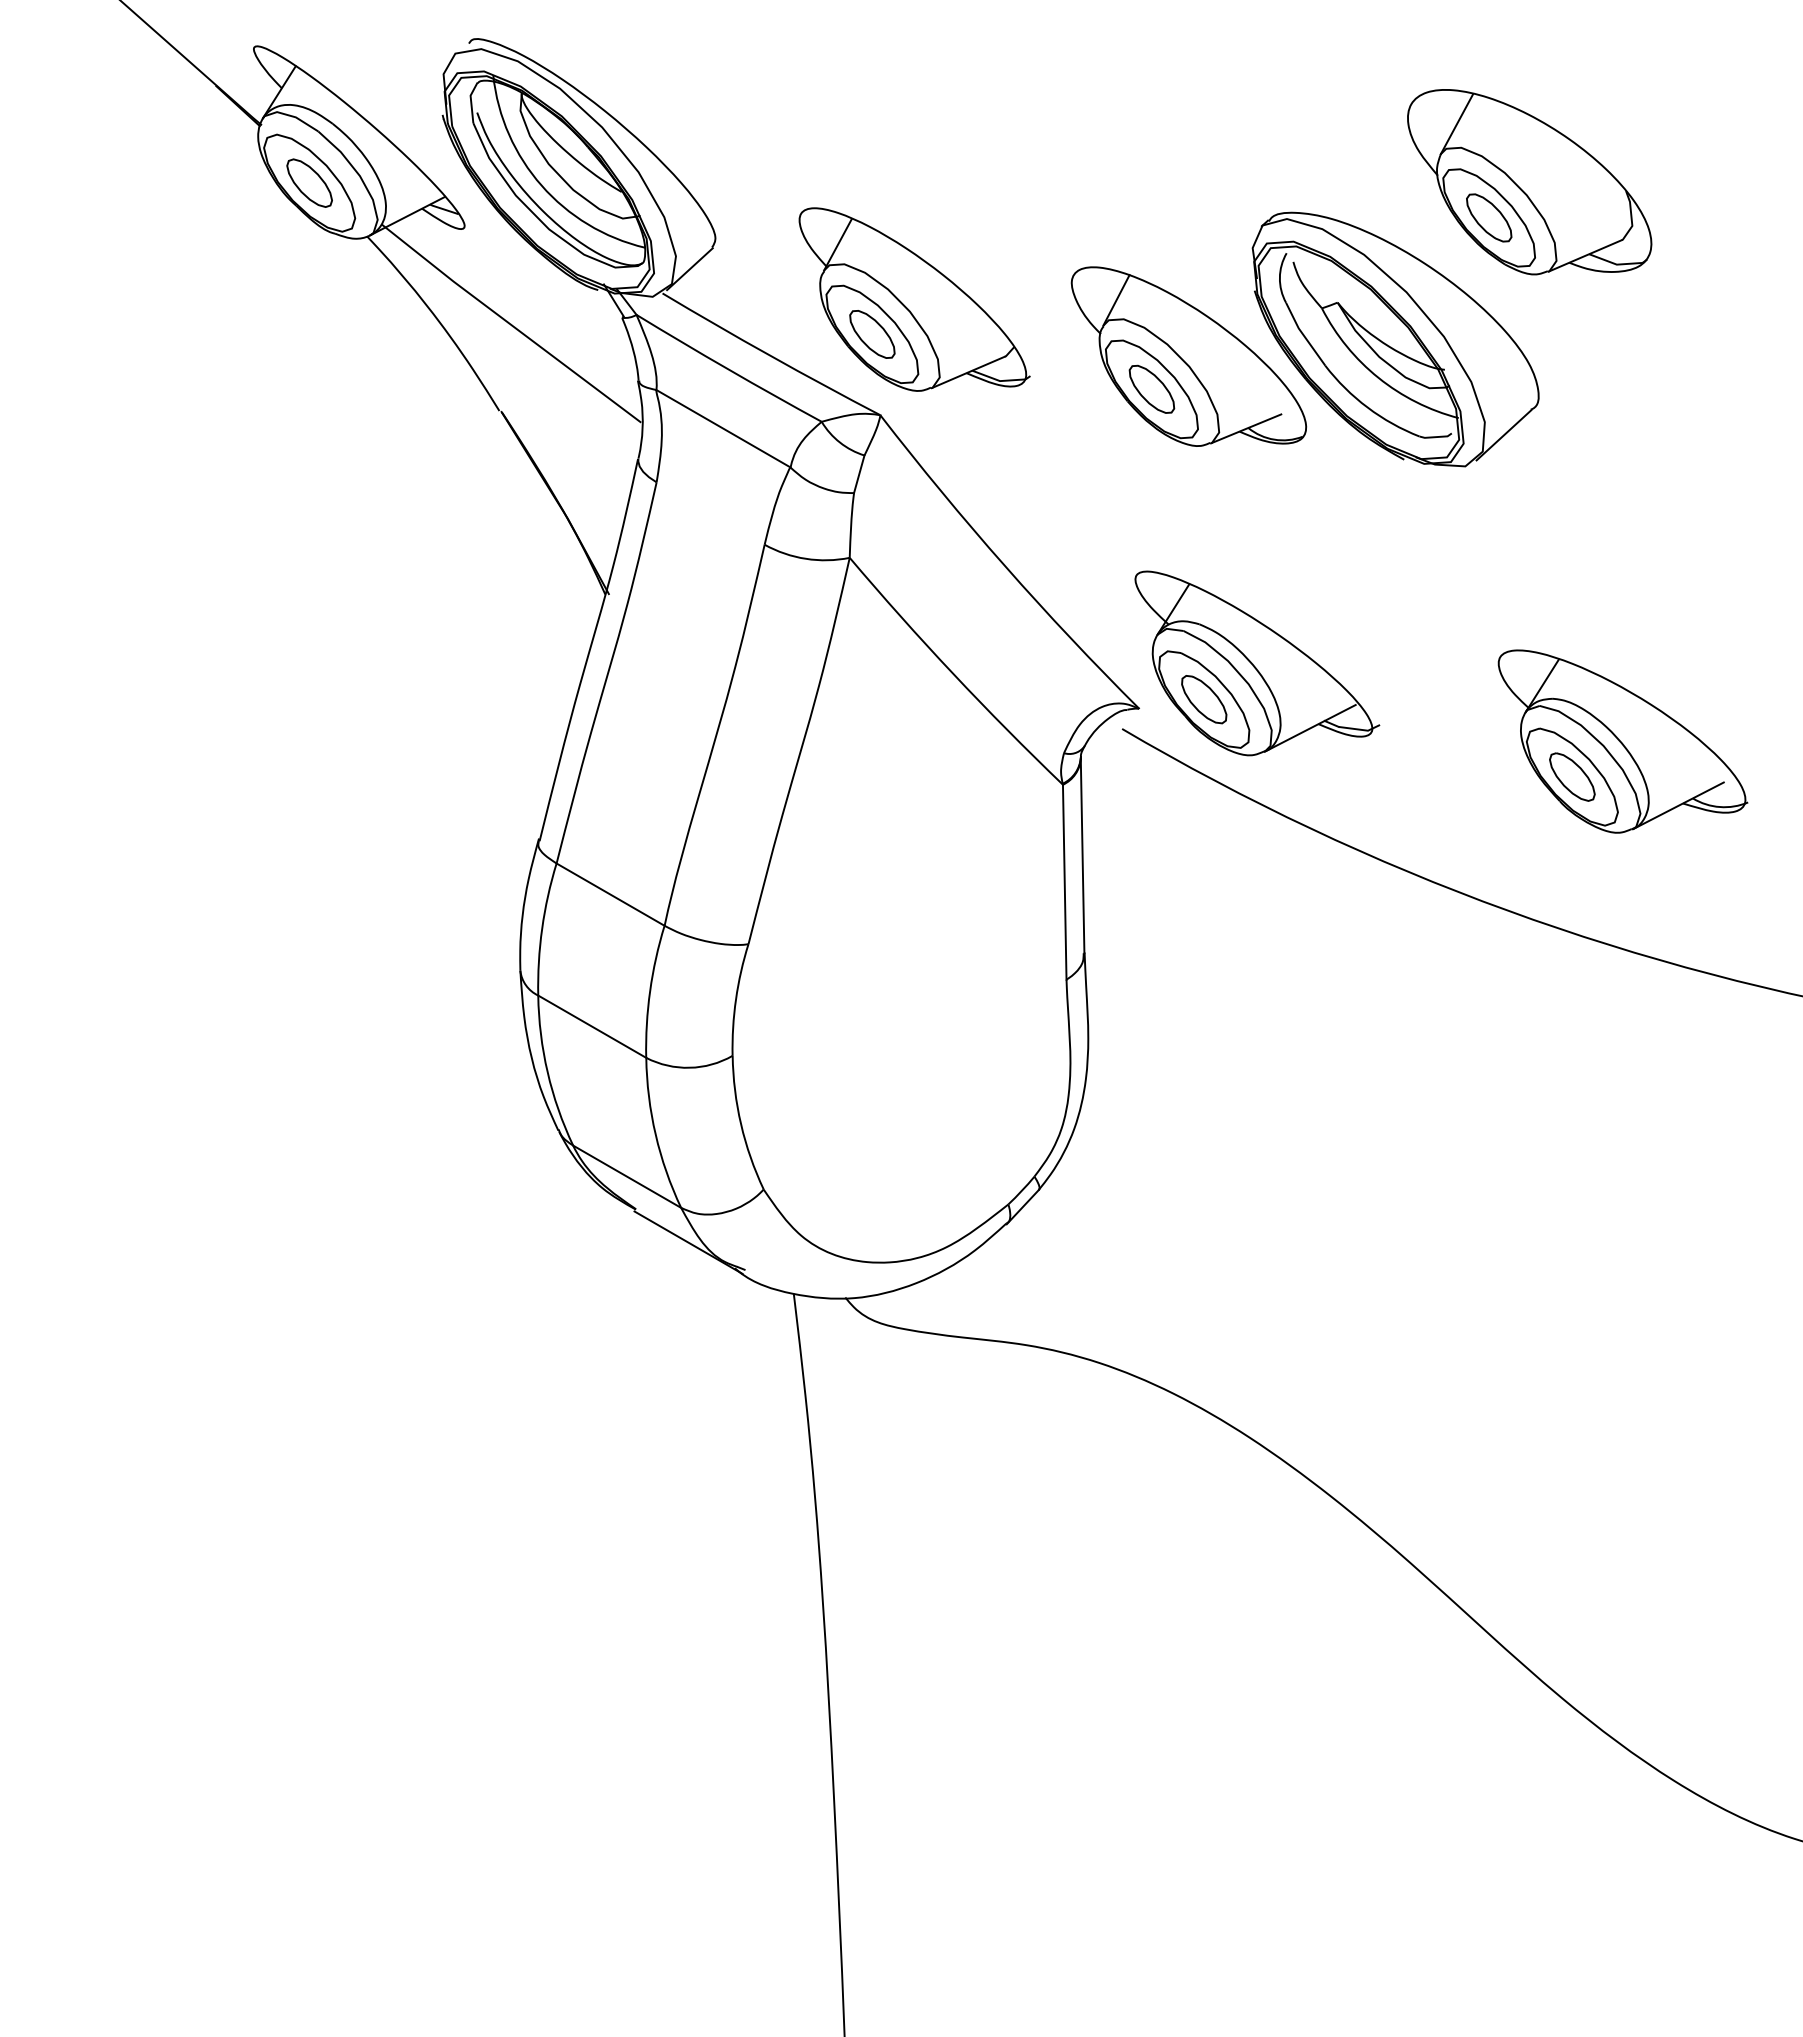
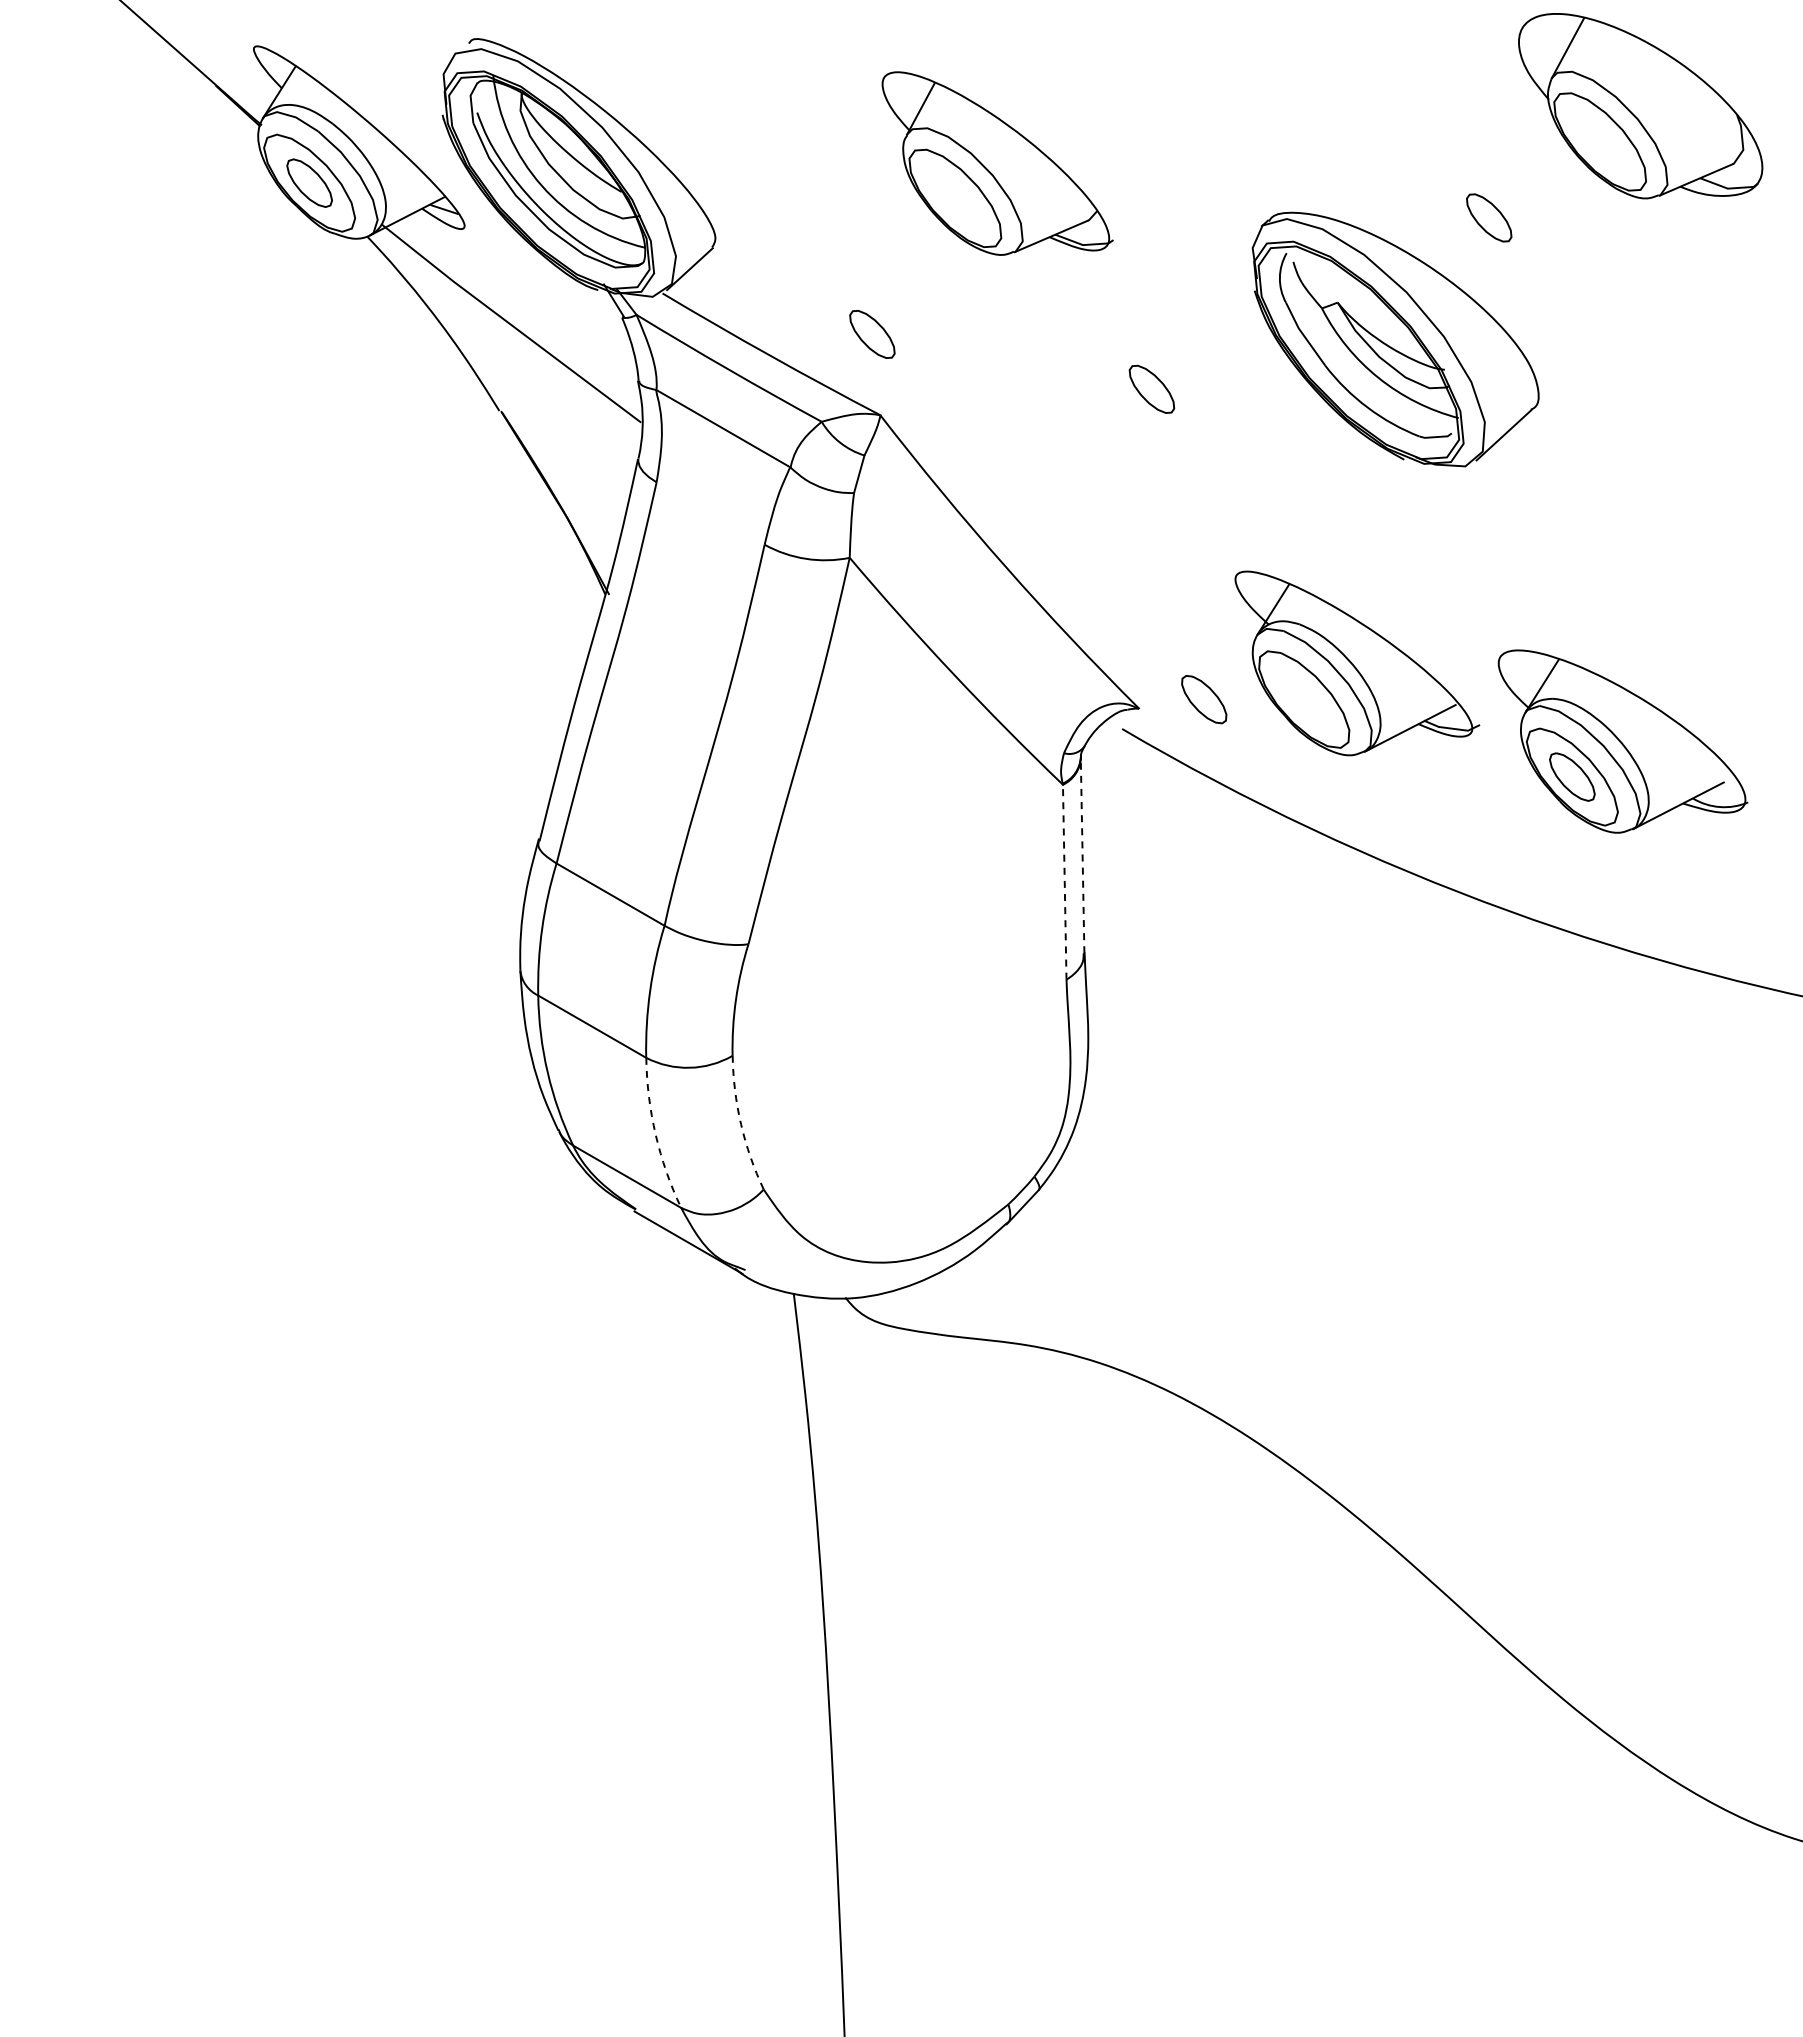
part at (1529, 182) position: (1529, 182) -> (1640, 106)
part at (914, 299) position: (914, 299) -> (997, 163)
part at (1188, 356): present -> none
part at (1257, 663) position: (1257, 663) -> (1357, 663)
line at (1082, 855): solid -> dashed
line at (1064, 881): solid -> dashed
arc at (741, 1124): solid -> dashed
arc at (655, 1134): solid -> dashed
